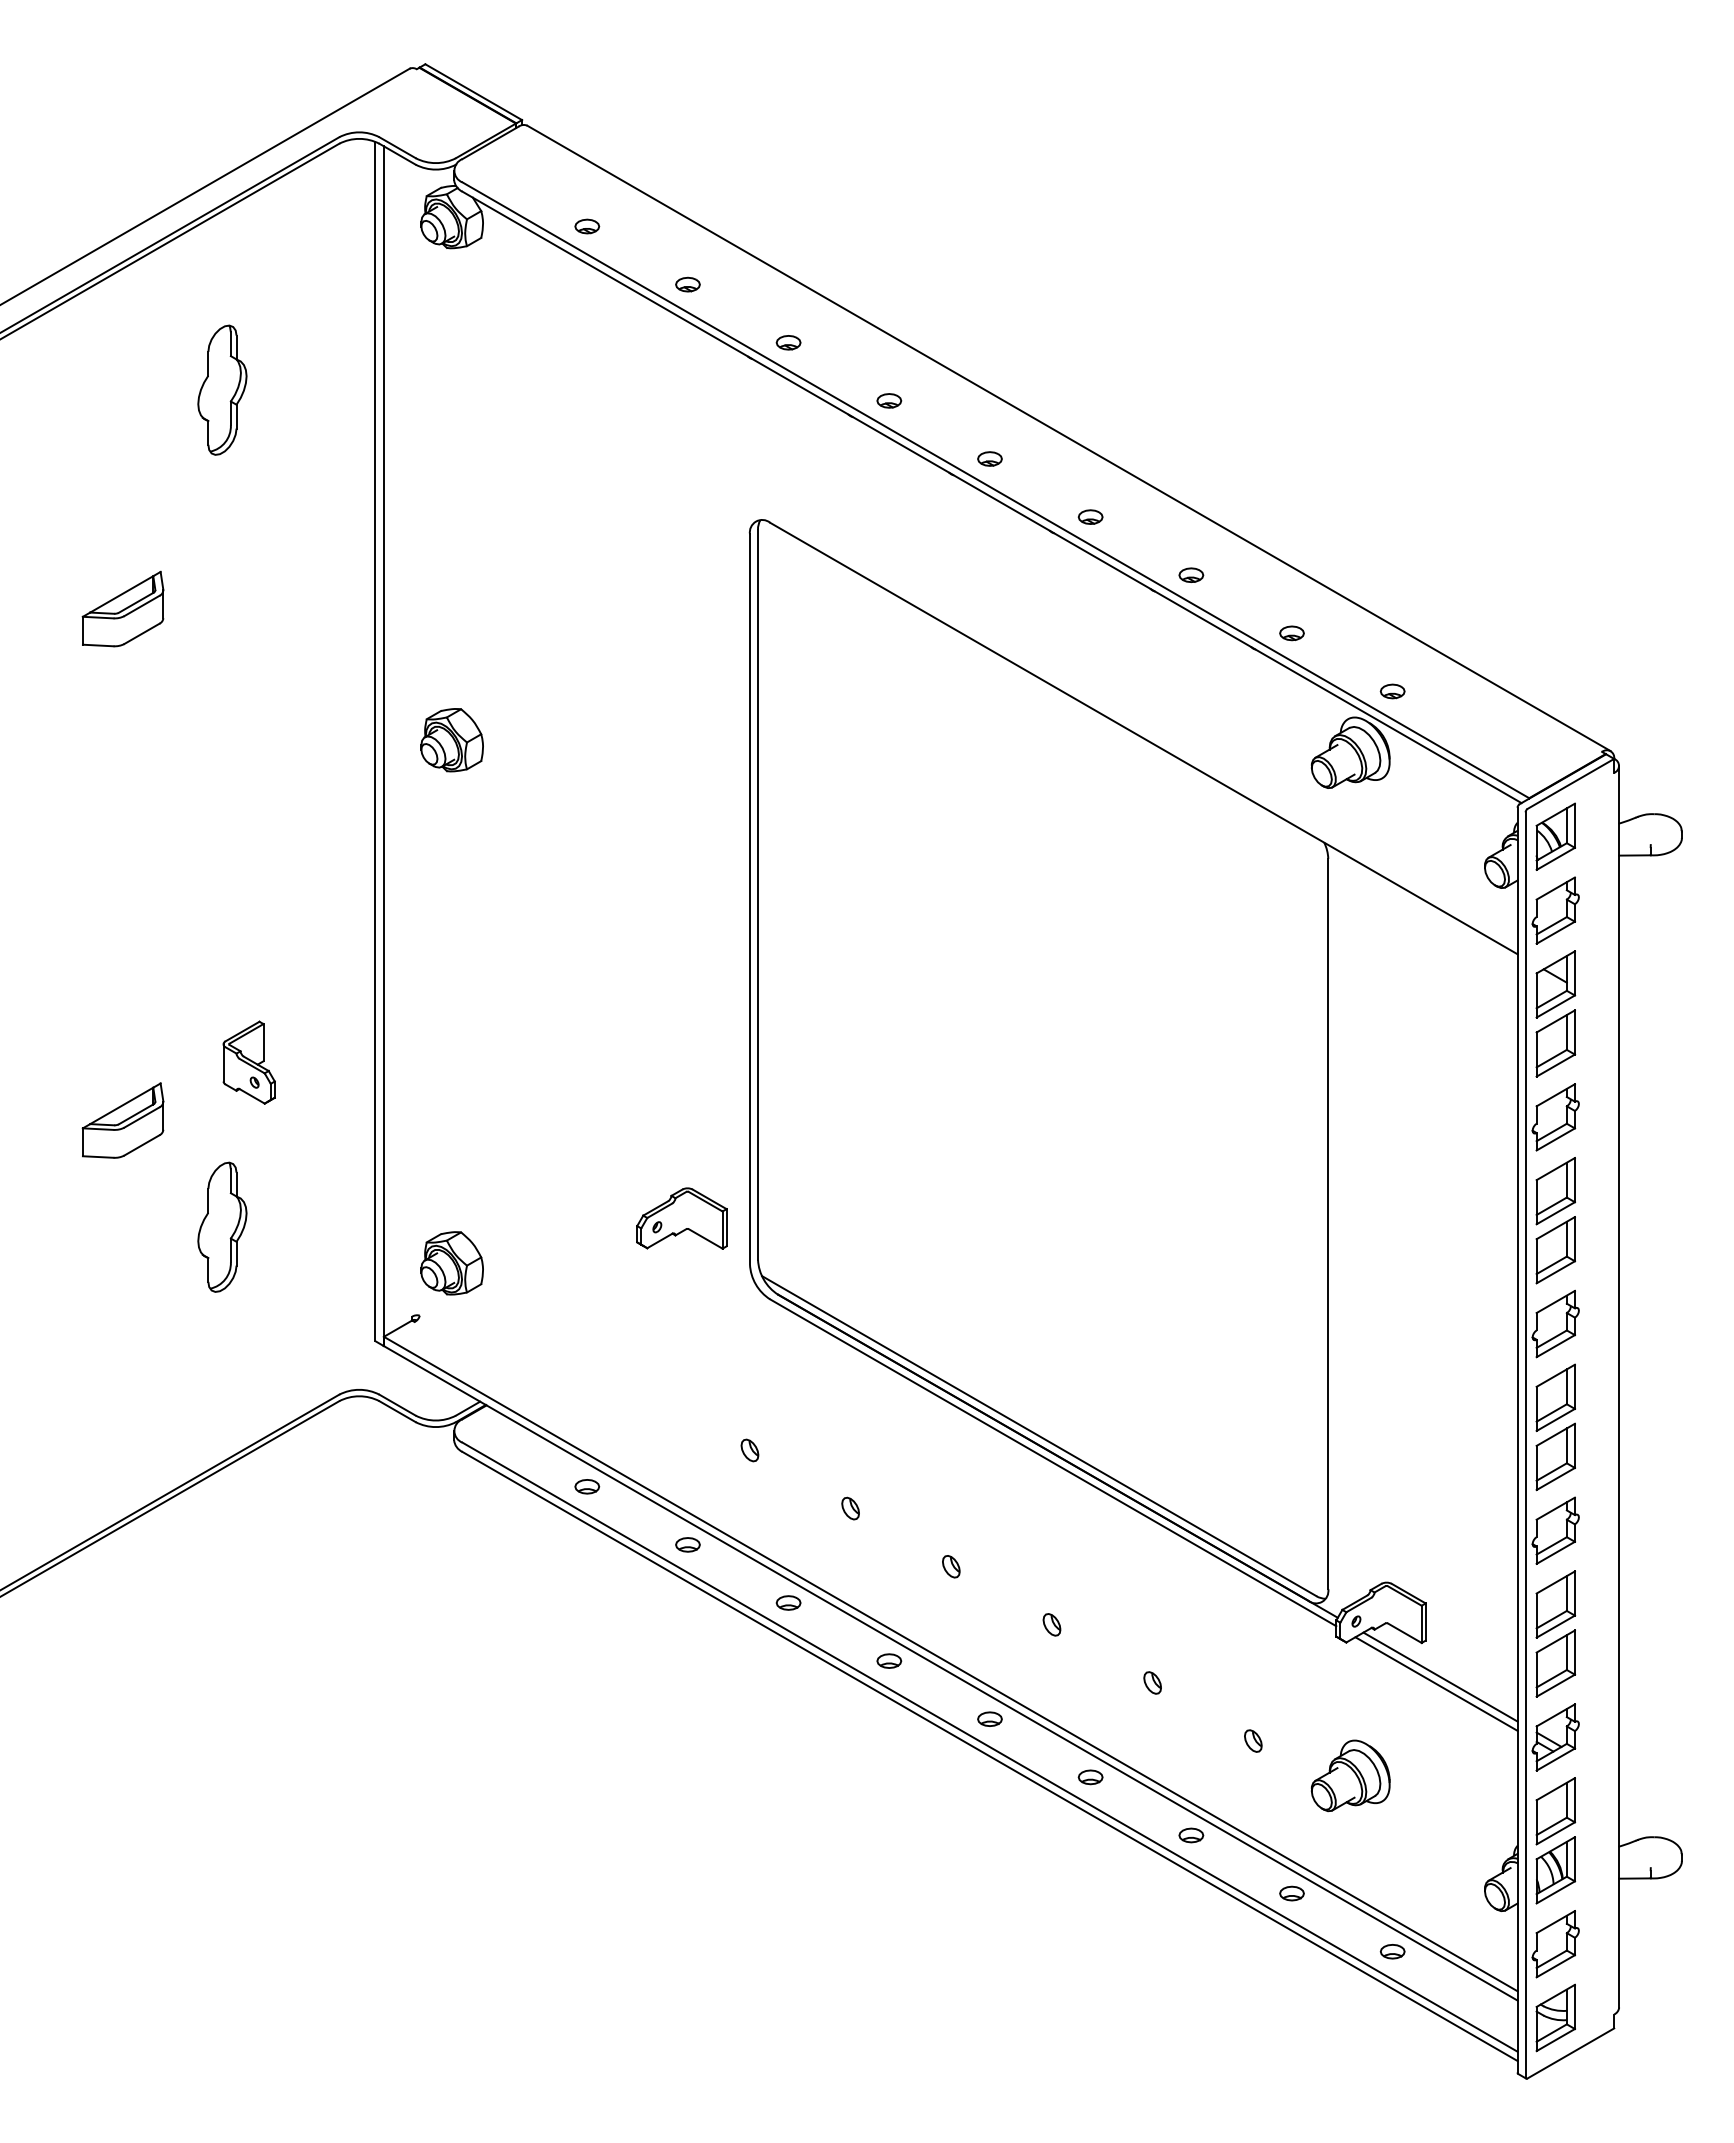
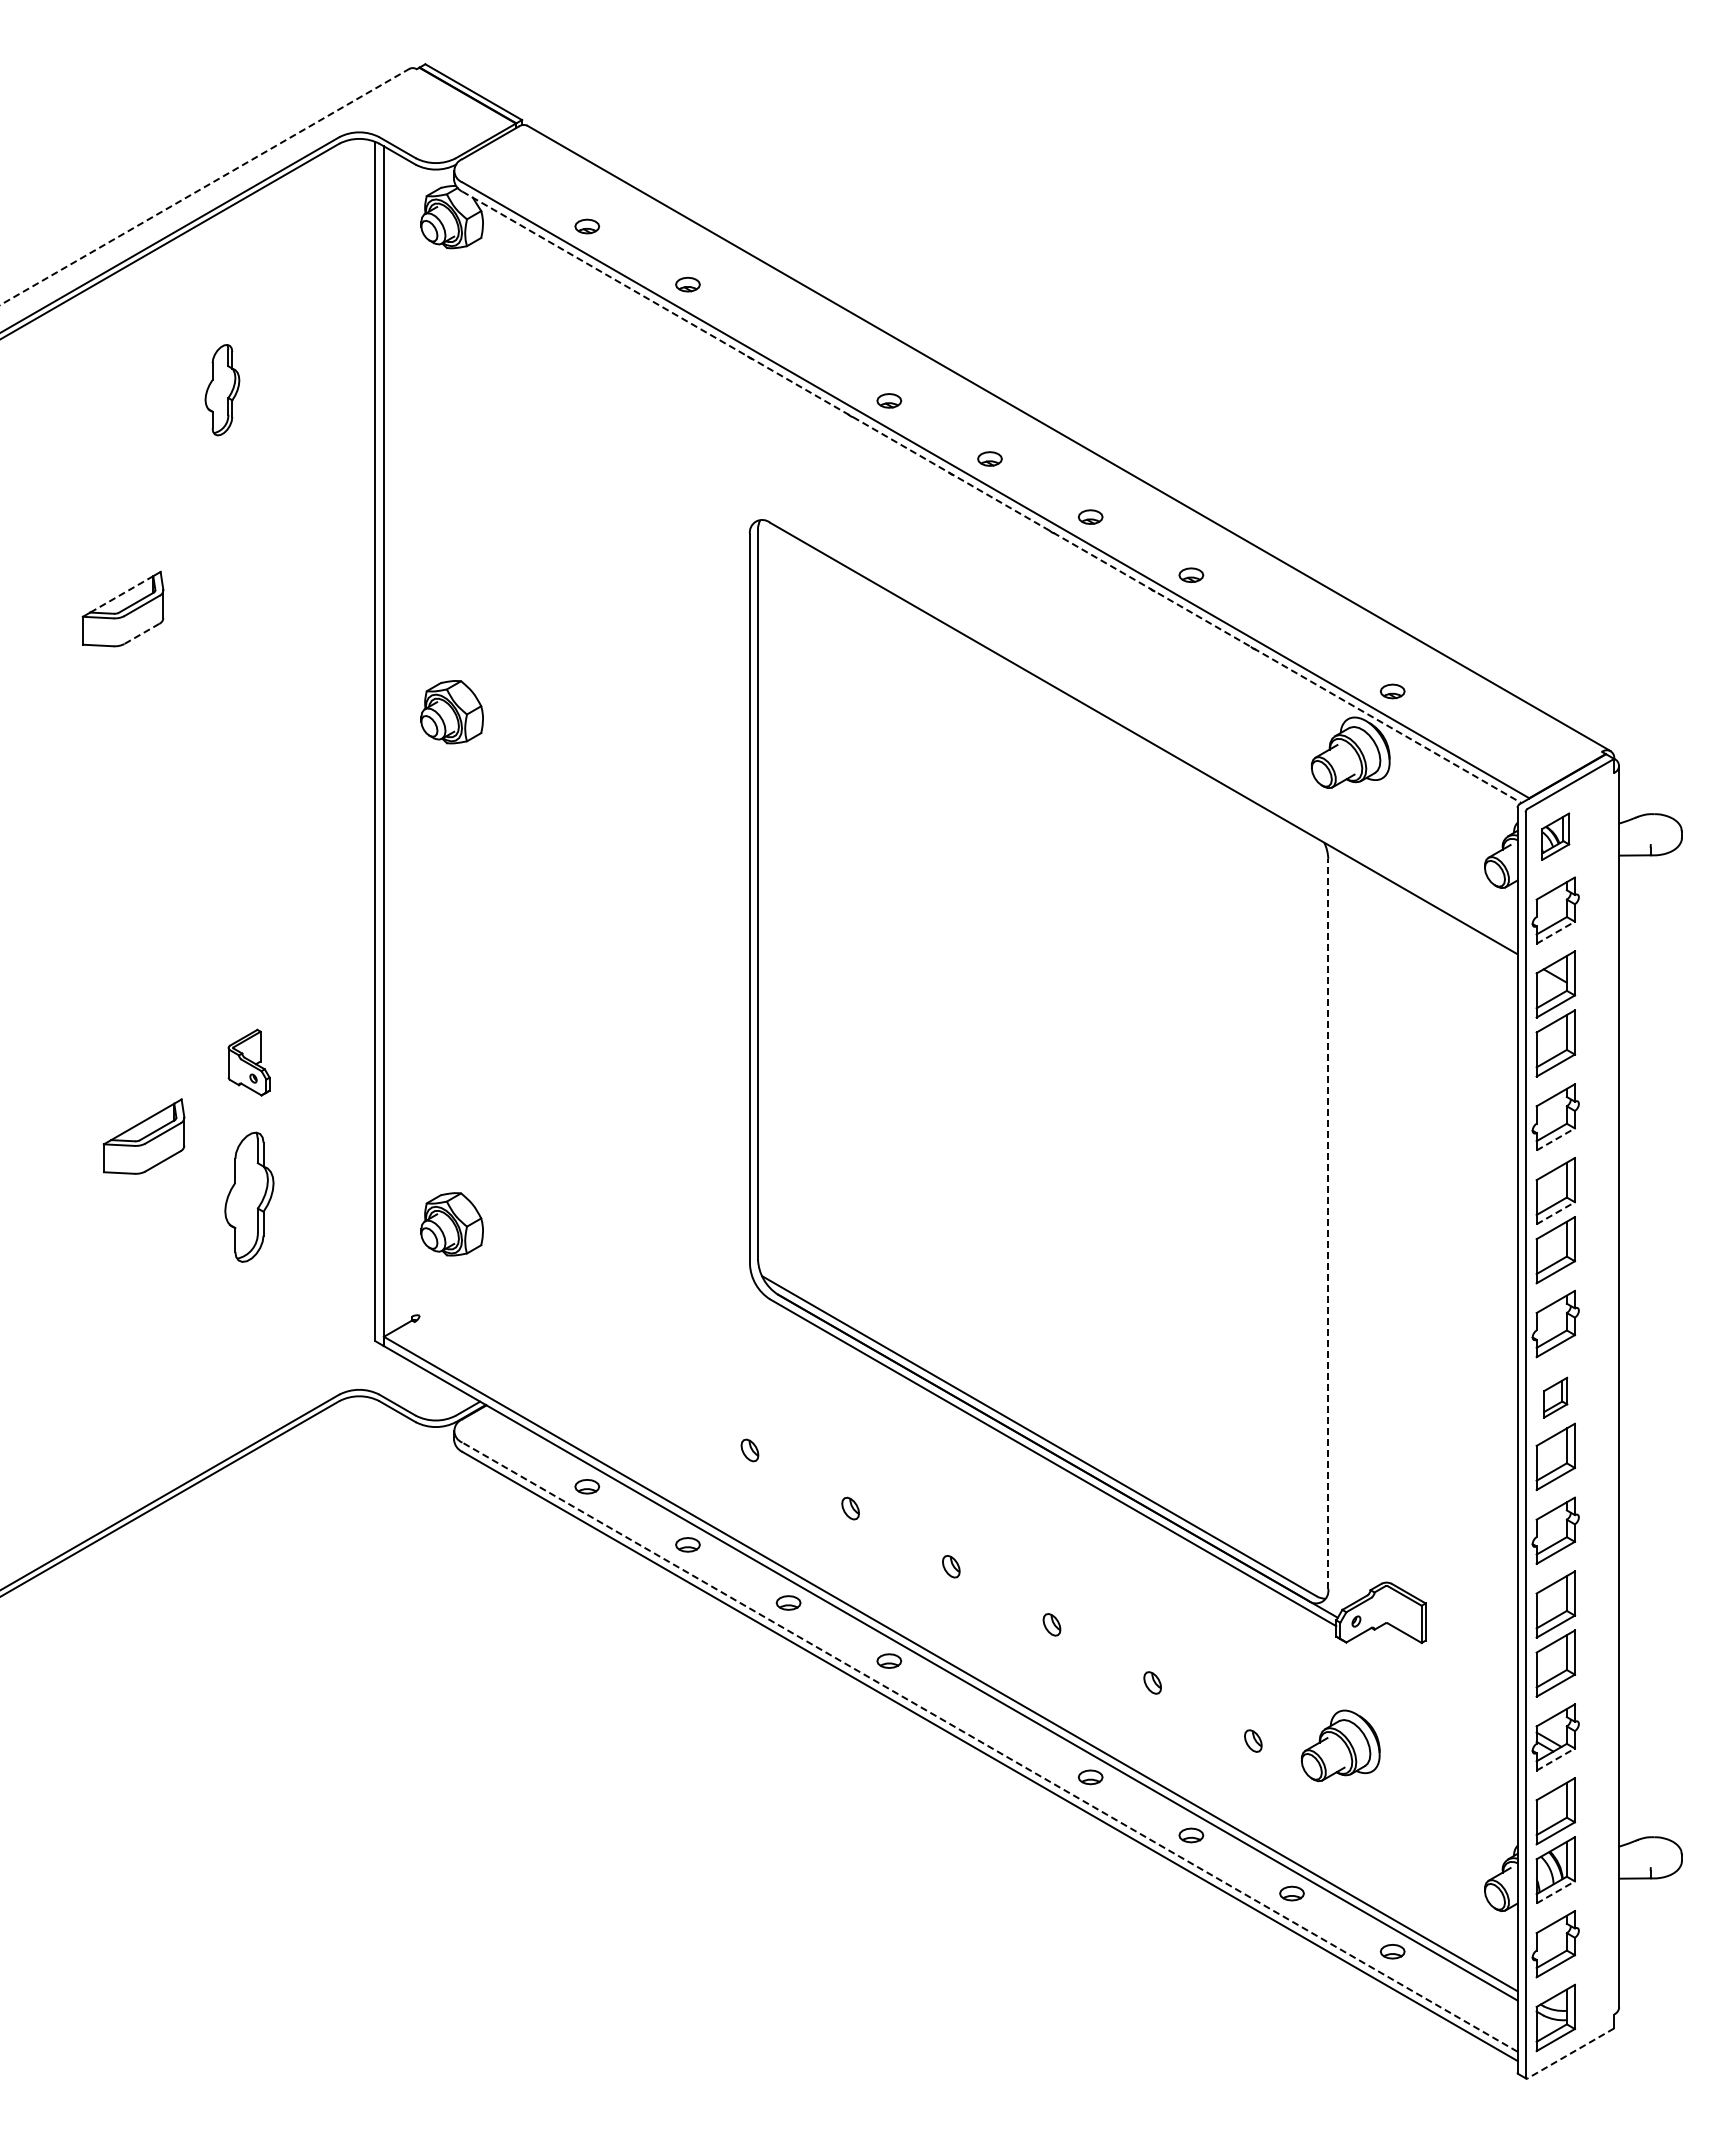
line at (204, 186): solid -> dashed
part at (788, 342): present -> none
part at (222, 389) size: 51x132 px -> 37x93 px
line at (992, 497): solid -> dashed
line at (122, 594): solid -> dashed
part at (1291, 633): present -> none
line at (141, 634): solid -> dashed
part at (451, 740) position: (451, 740) -> (451, 712)
part at (1555, 836) size: 41x69 px -> 30x49 px
line at (1556, 932): solid -> dashed
part at (248, 1062) size: 54x85 px -> 44x69 px
part at (122, 1120) position: (122, 1120) -> (143, 1136)
line at (1556, 1139): solid -> dashed
line at (1556, 1213): solid -> dashed
part at (681, 1218): present -> none
line at (1328, 1223): solid -> dashed
part at (222, 1226) position: (222, 1226) -> (249, 1196)
part at (451, 1263) position: (451, 1263) -> (451, 1224)
part at (1555, 1397) size: 41x69 px -> 26x43 px
line at (1440, 1676): present -> none
line at (1436, 1683): present -> none
part at (989, 1718): present -> none
line at (989, 1746): solid -> dashed
line at (1556, 1759): solid -> dashed
part at (1350, 1775) position: (1350, 1775) -> (1340, 1745)
line at (1556, 1892): solid -> dashed
line at (1570, 2053): solid -> dashed
